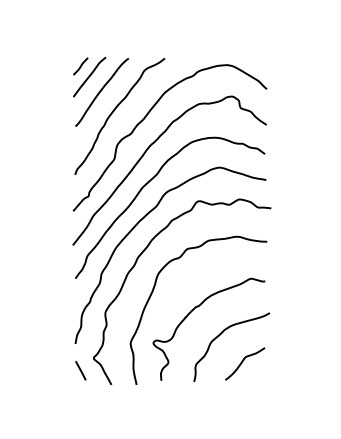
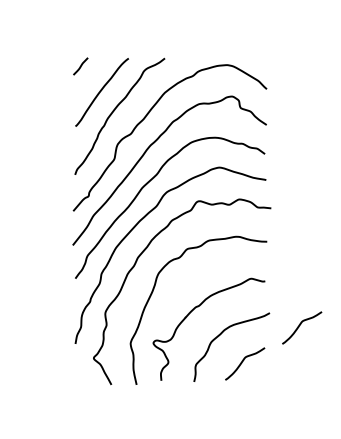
curve at (89, 76): present -> none
curve at (300, 325): none -> present
line at (80, 370): present -> none
